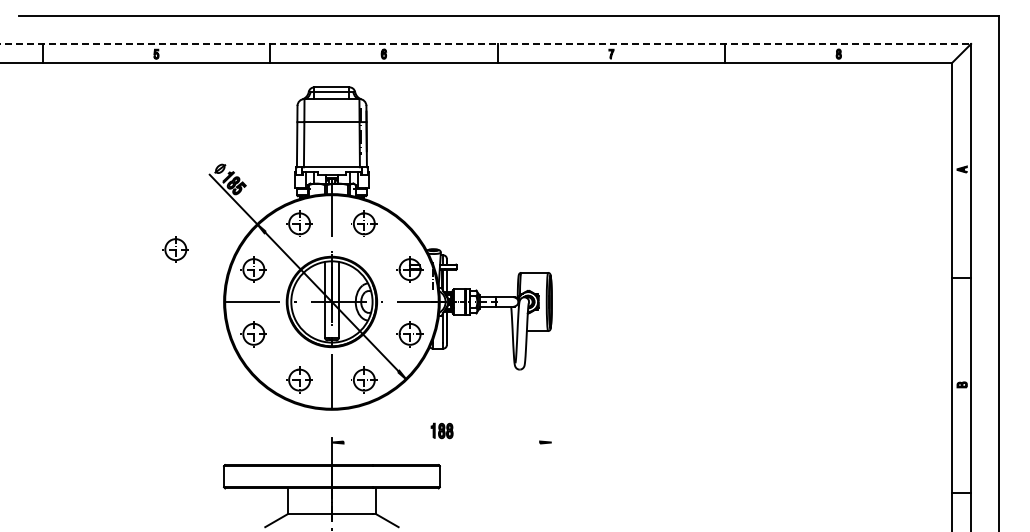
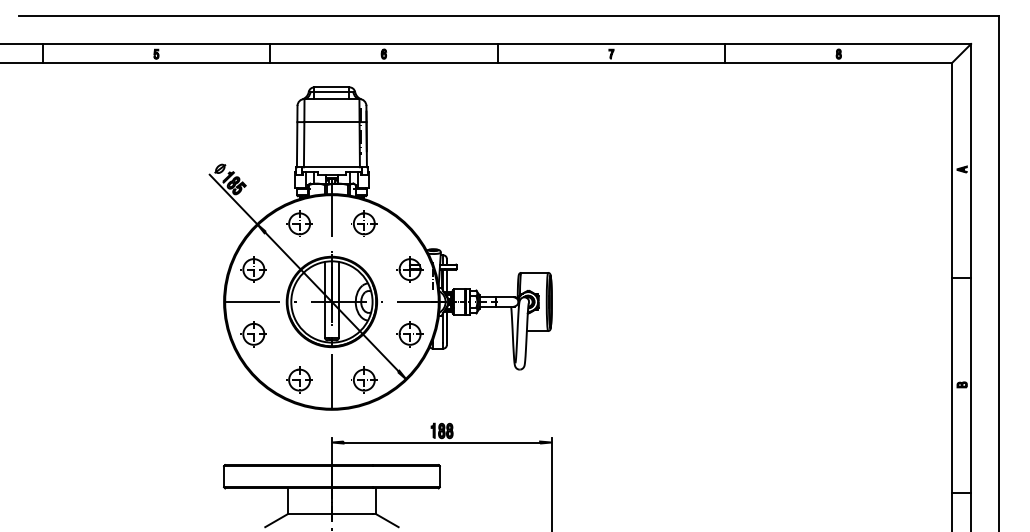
line at (486, 43): dashed -> solid
part at (175, 249): present -> none
line at (441, 442): none -> present
line at (551, 482): none -> present
